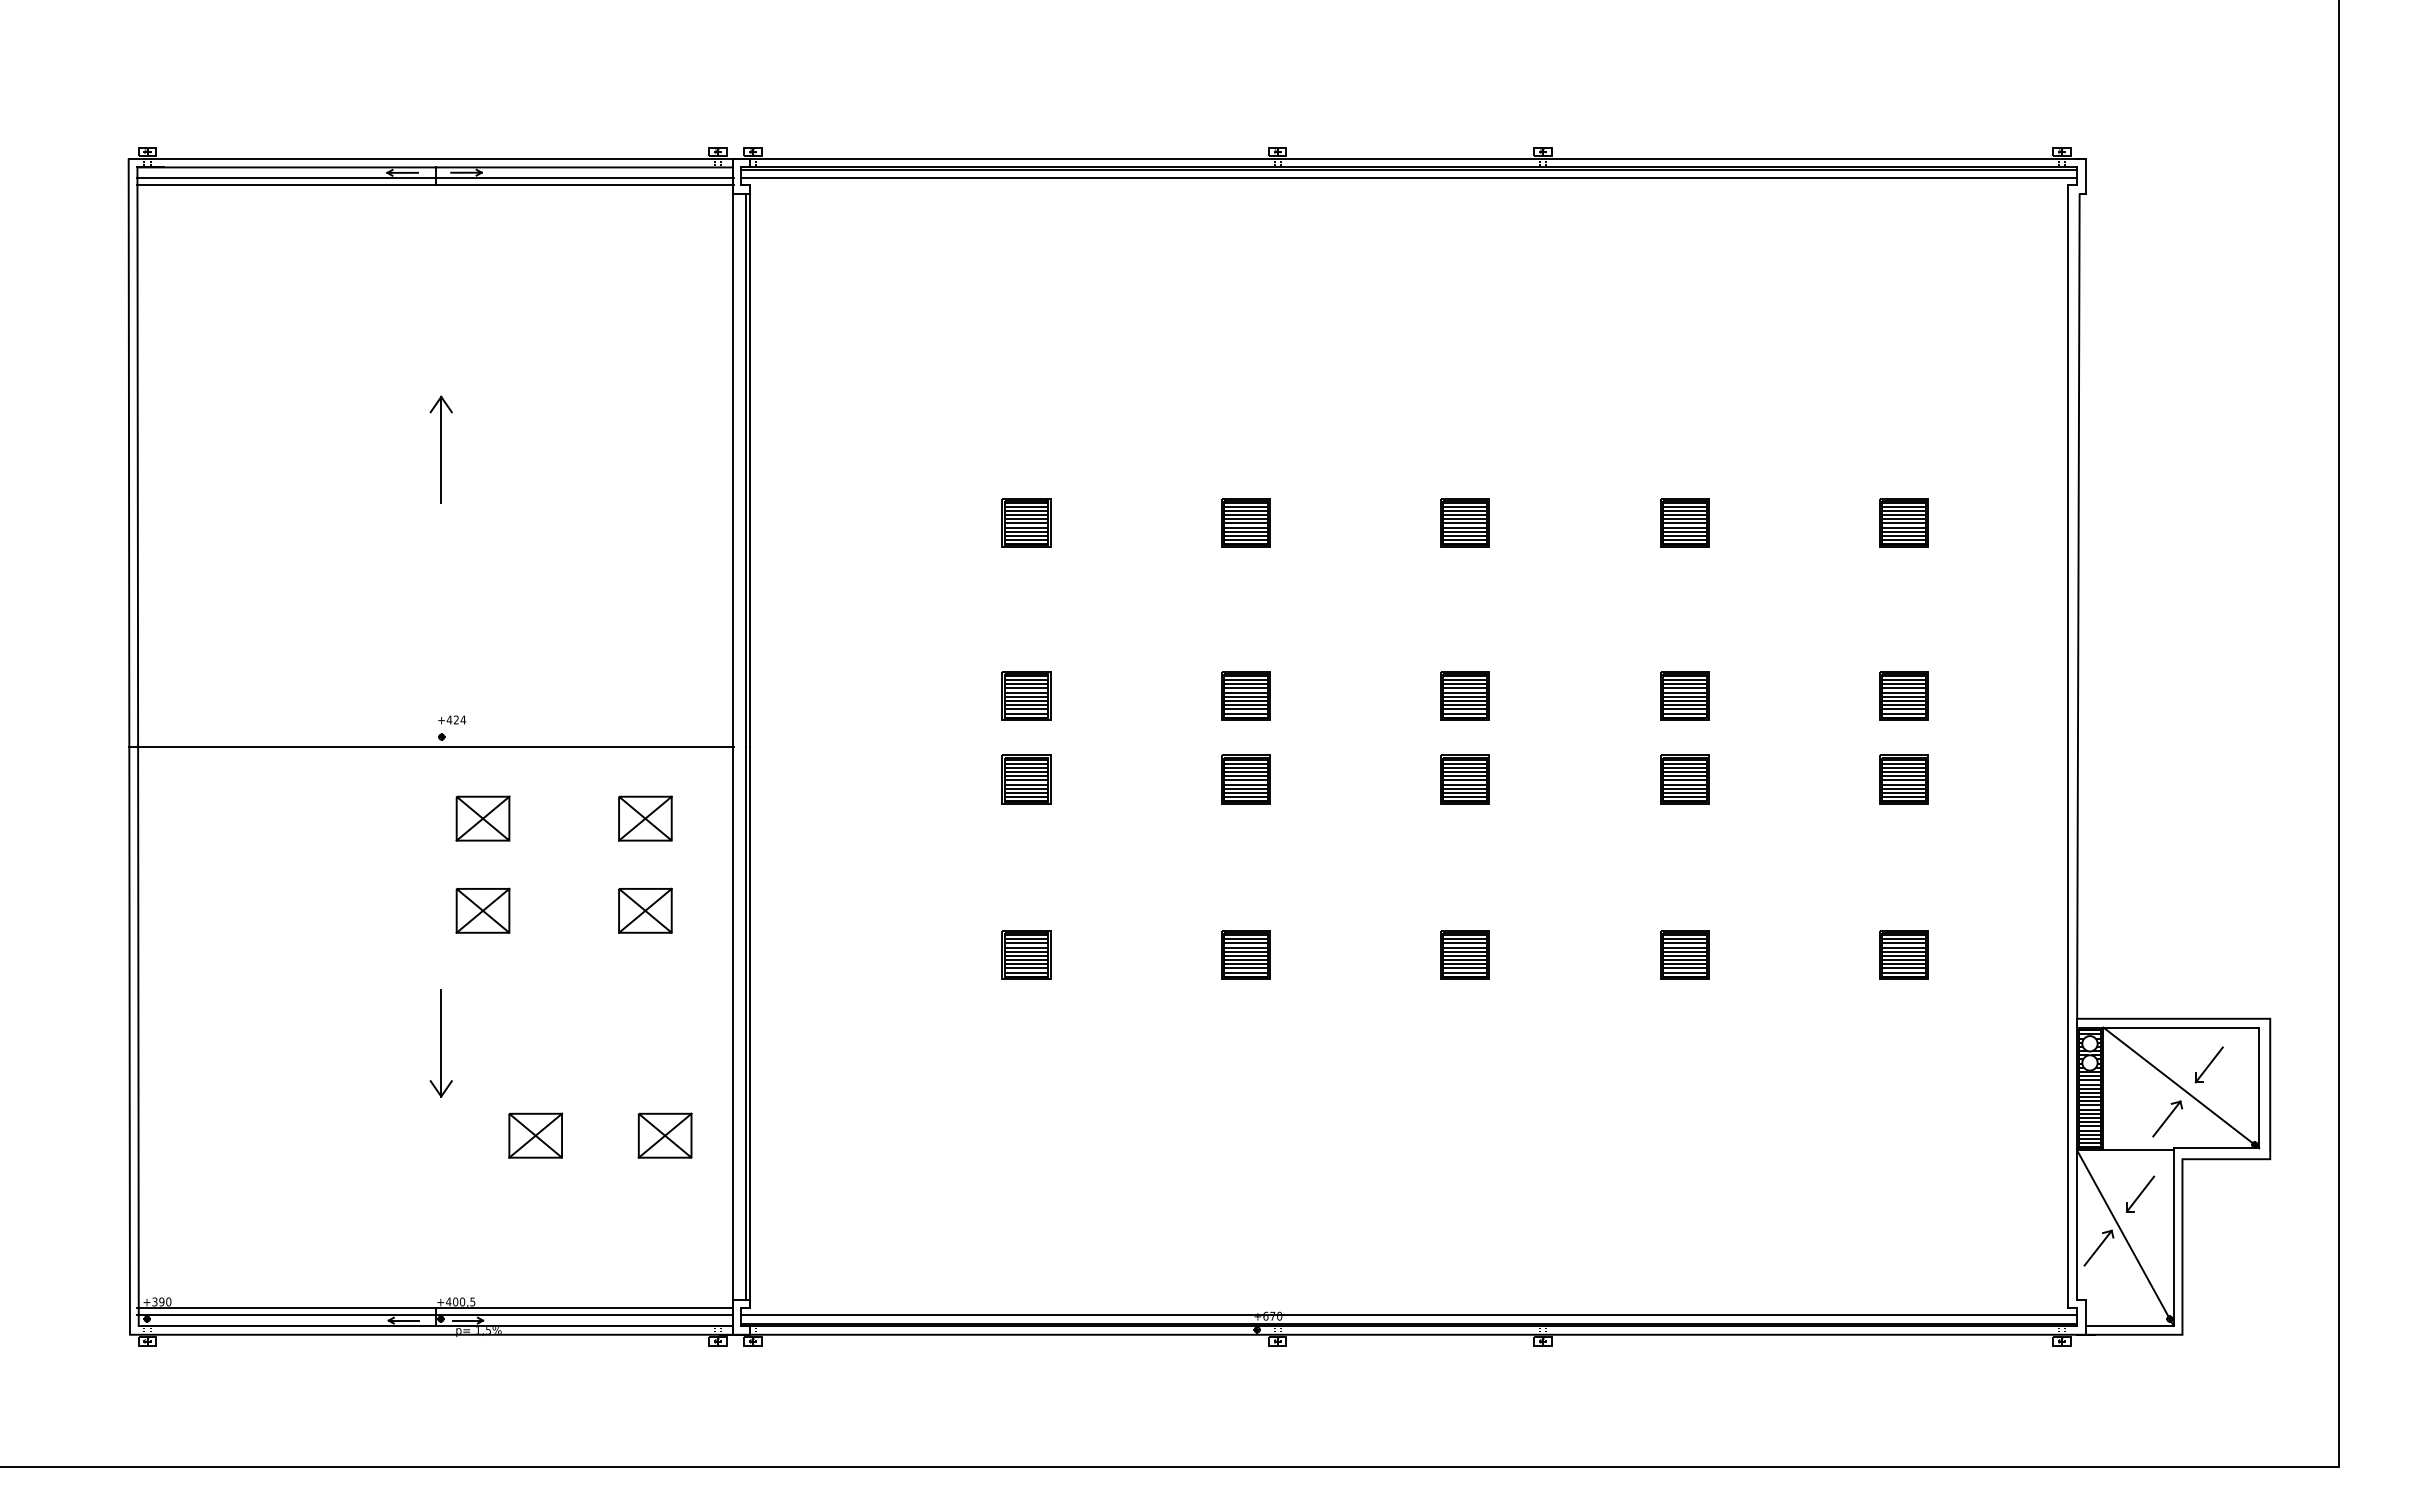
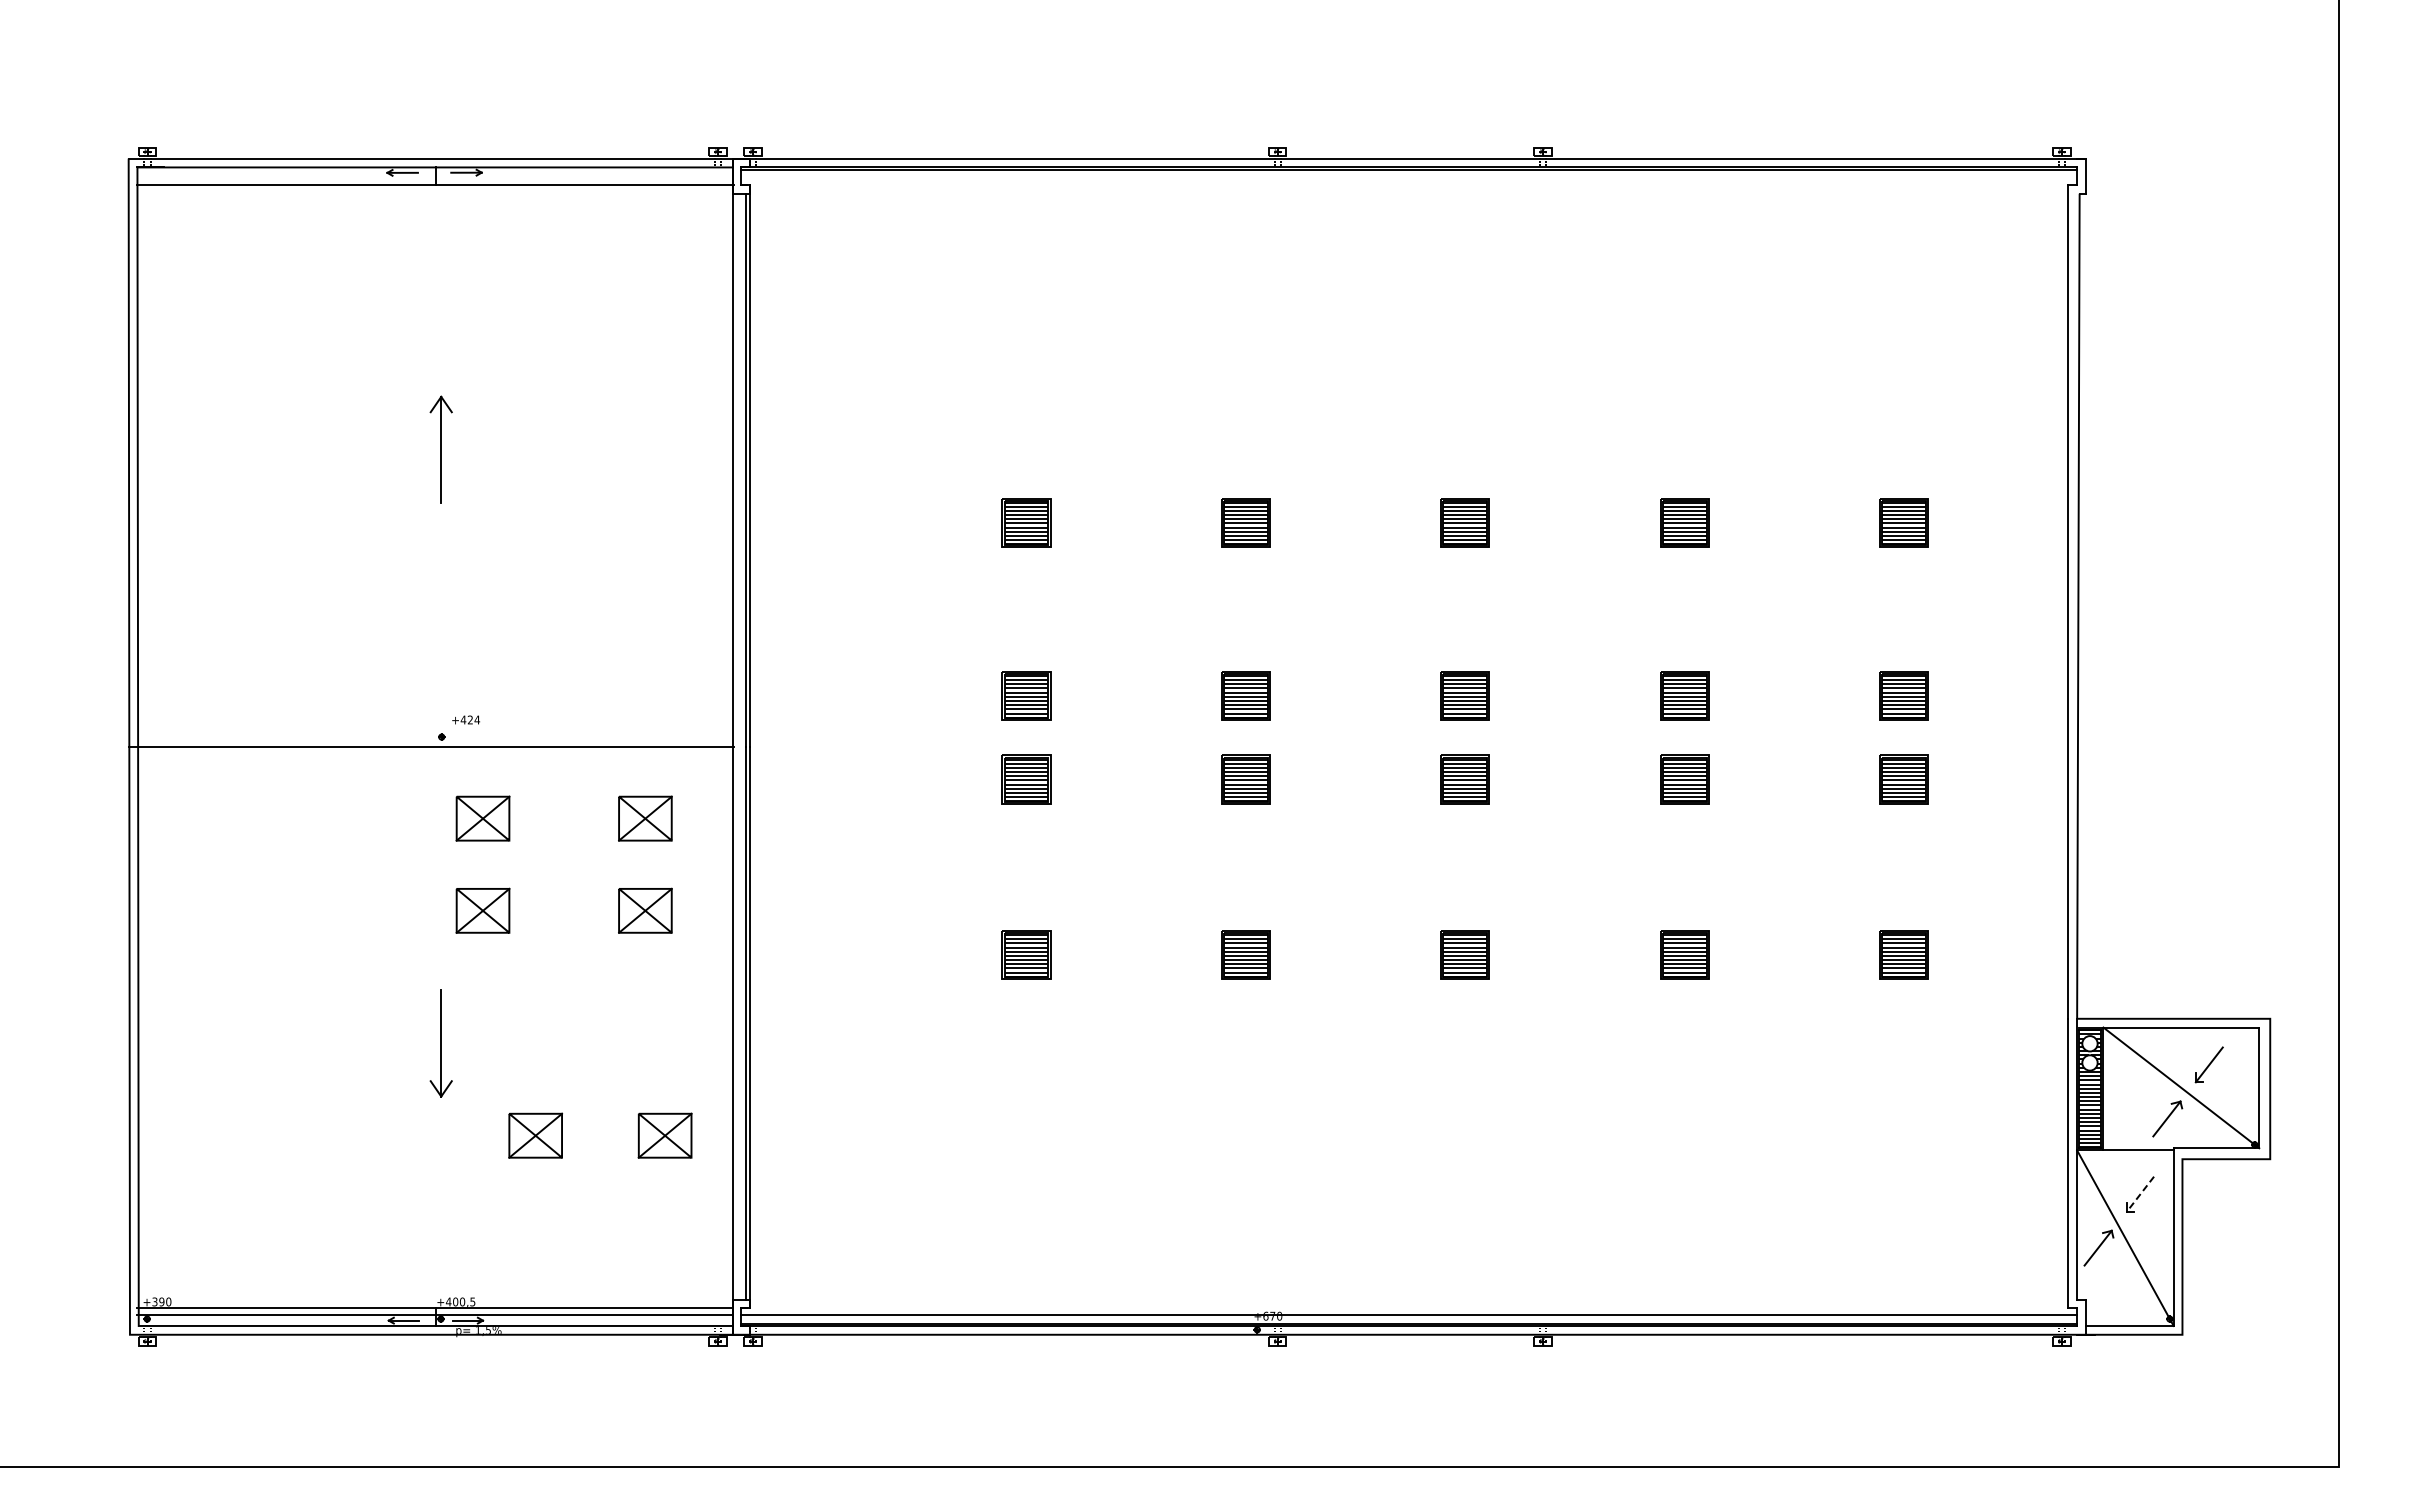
line at (435, 178): present -> none
line at (1409, 178): present -> none
text at (452, 719) position: (452, 719) -> (466, 719)
line at (2140, 1194): solid -> dashed
